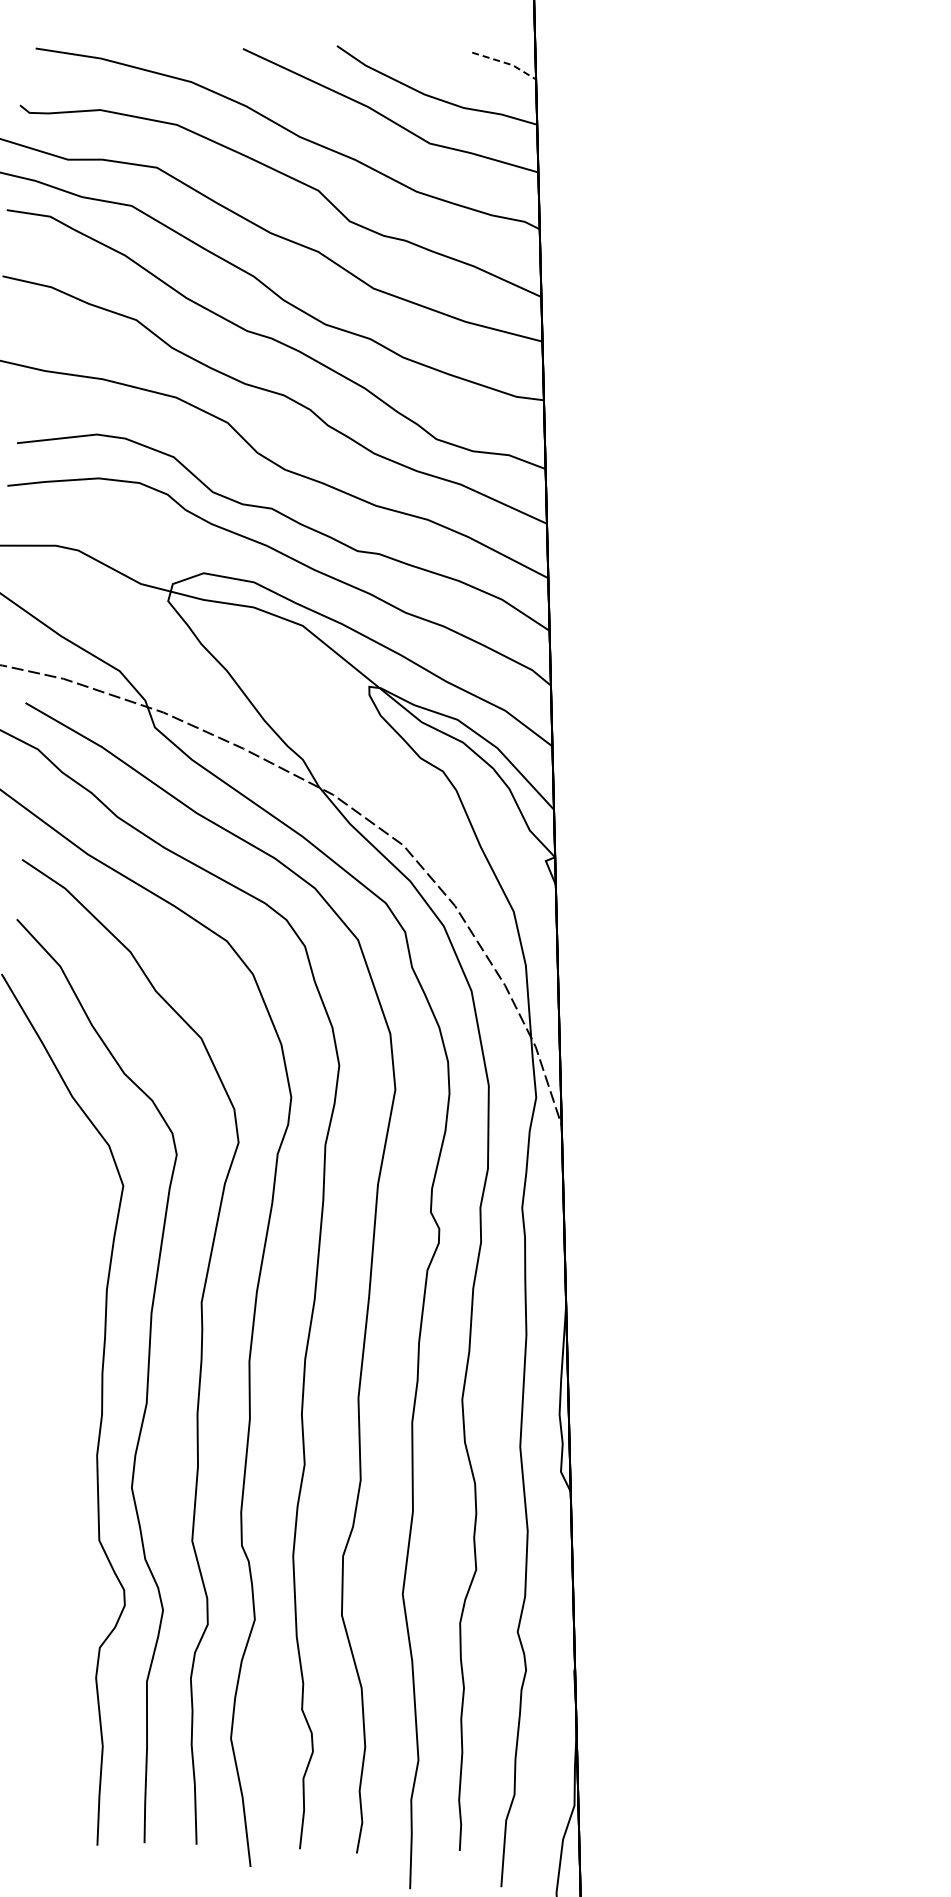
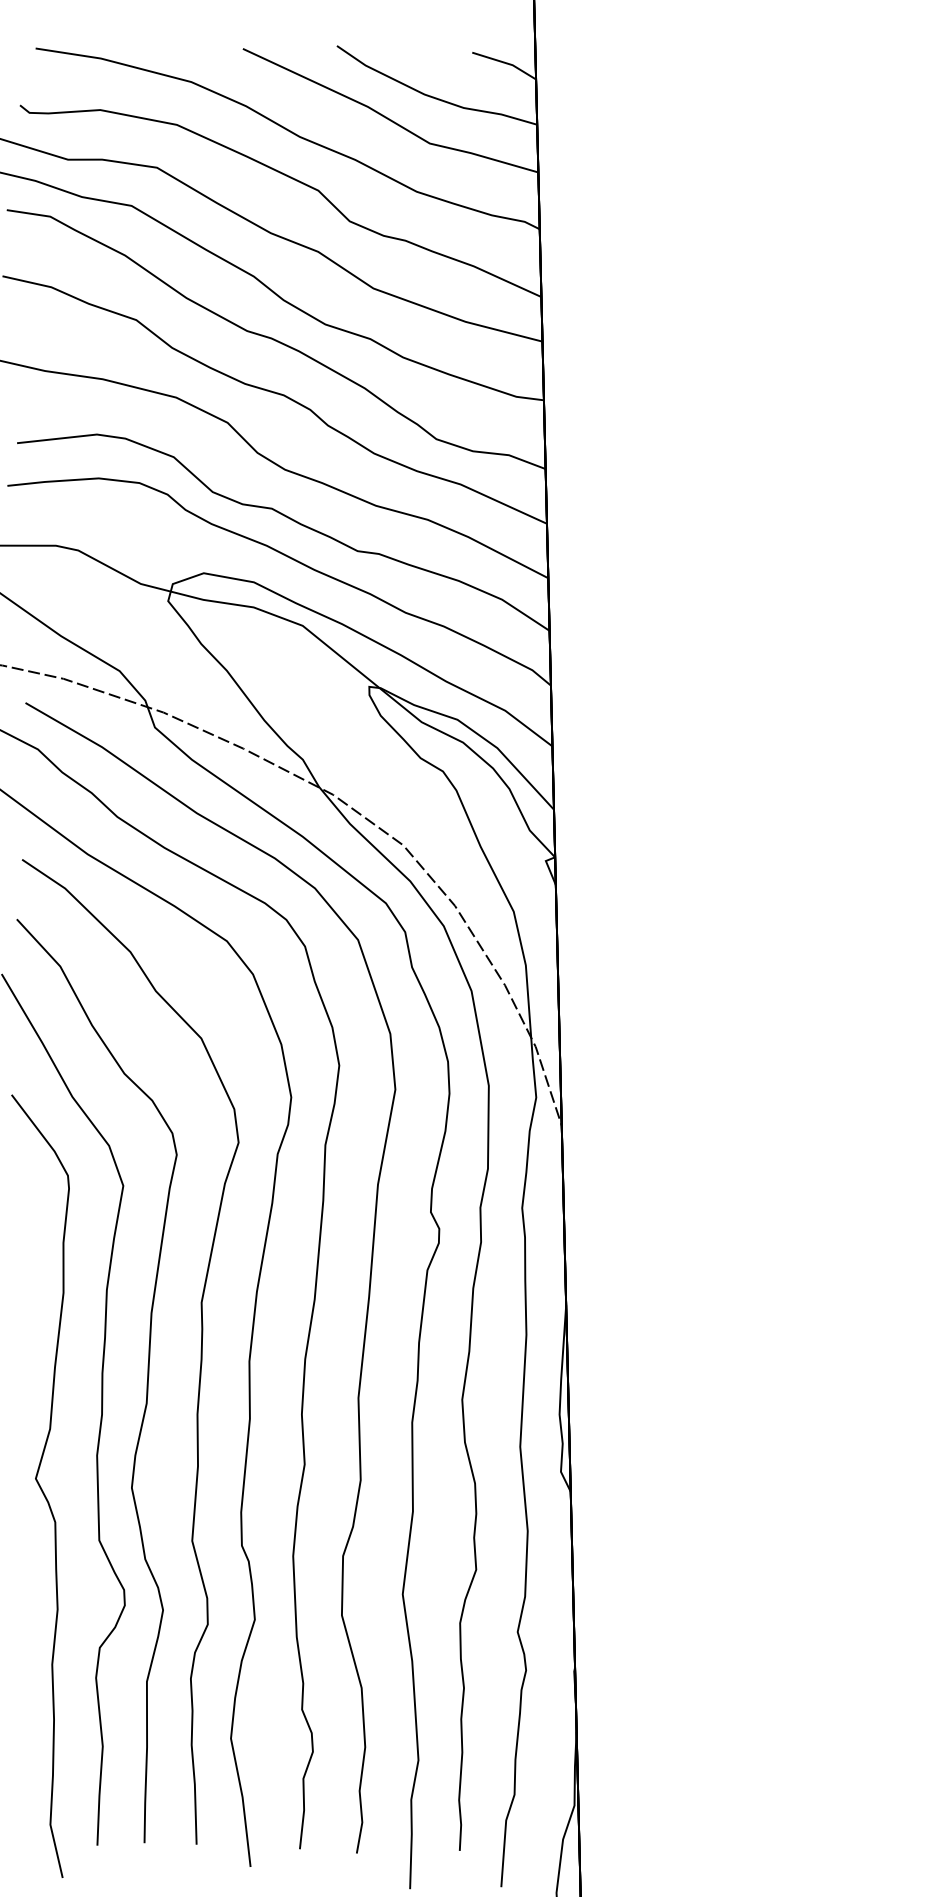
line at (506, 63): dashed -> solid
curve at (40, 1485): none -> present
